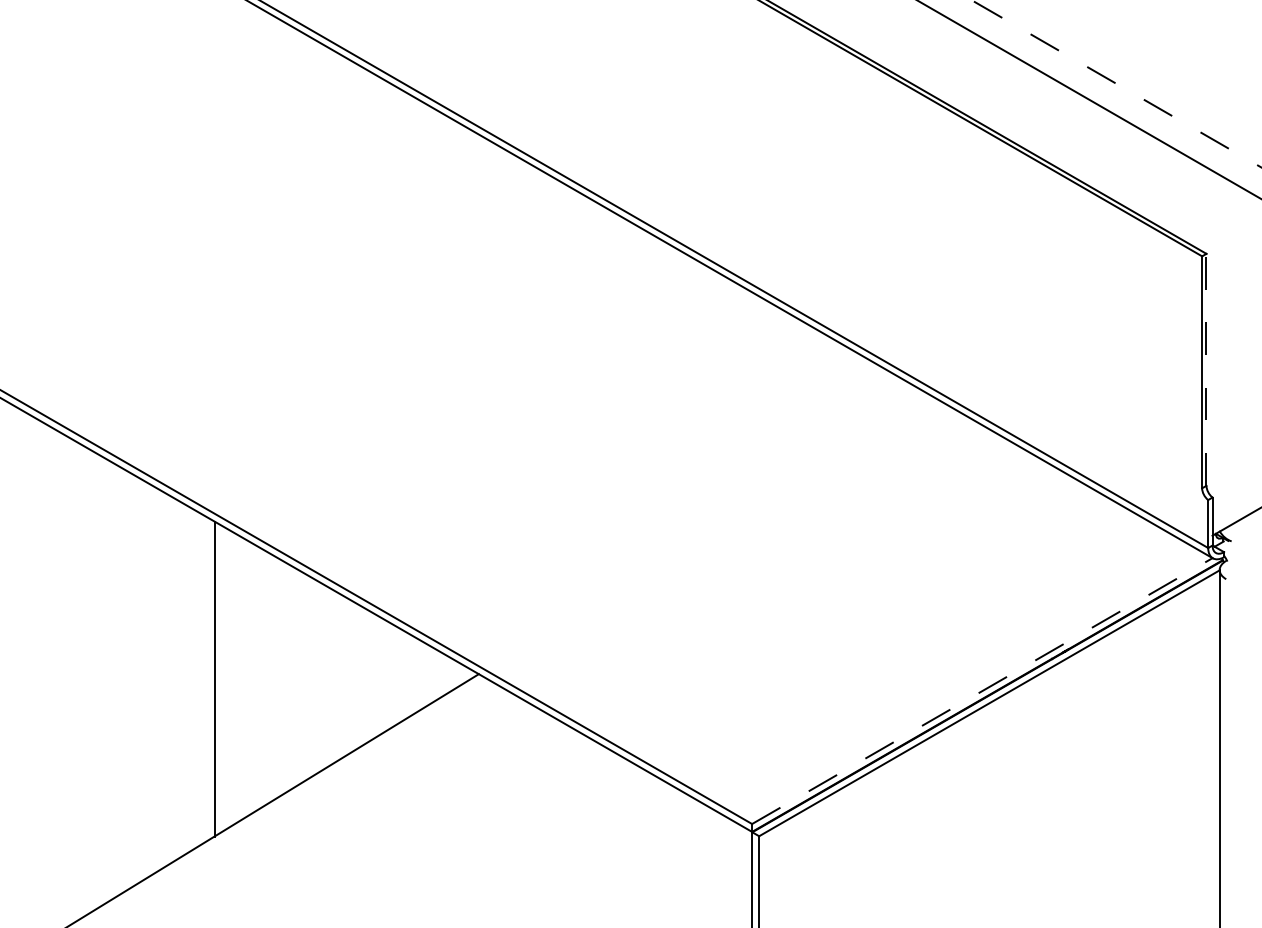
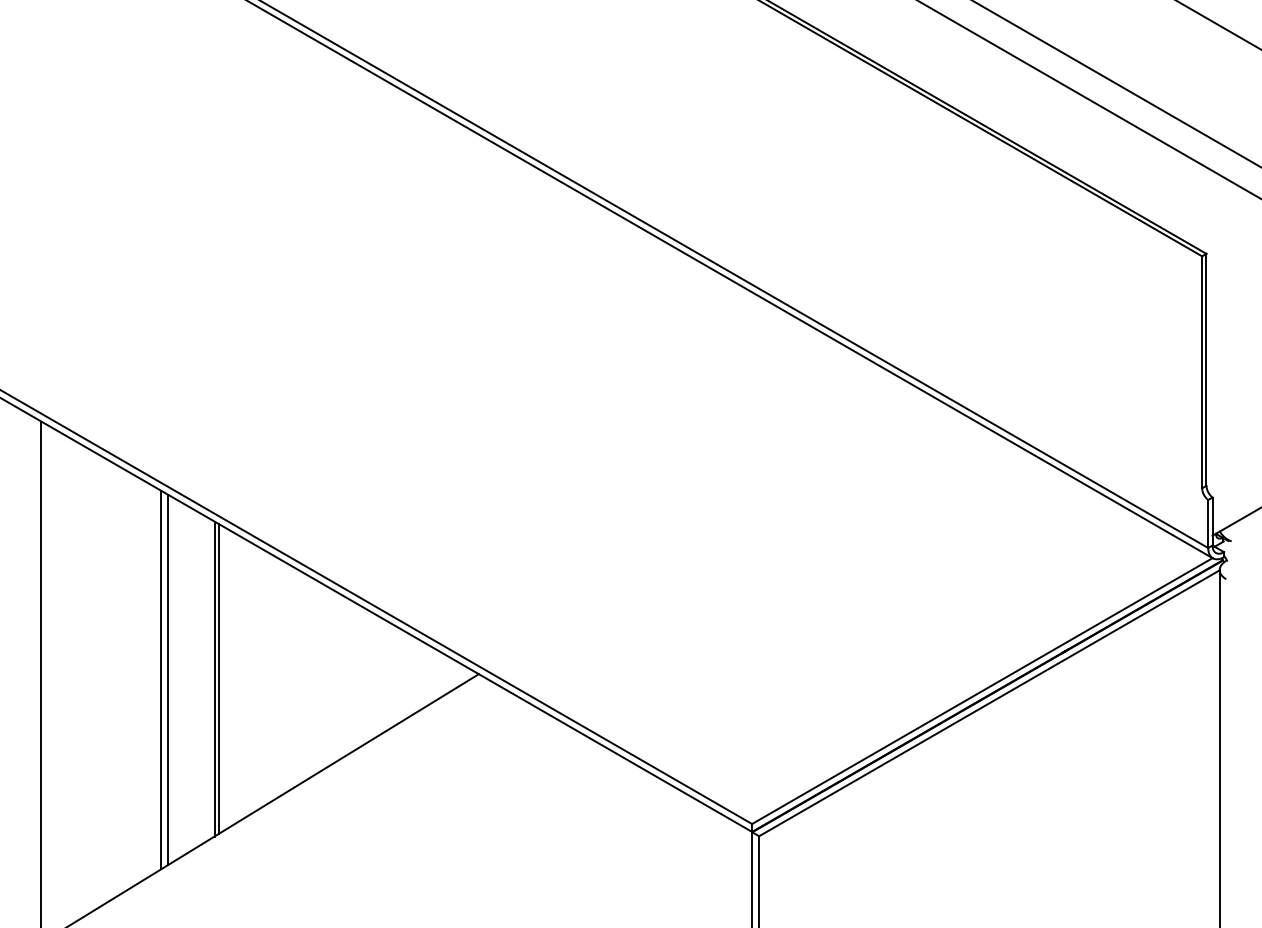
line at (1218, 25): none -> present
line at (1117, 84): dashed -> solid
line at (1206, 369): dashed -> solid
line at (41, 672): none -> present
line at (219, 678): none -> present
line at (160, 679): none -> present
line at (167, 679): none -> present
line at (982, 691): dashed -> solid
